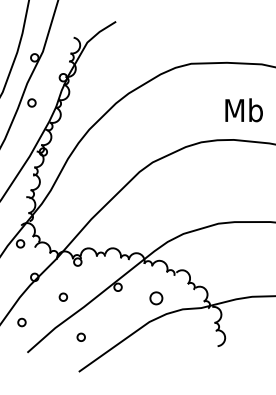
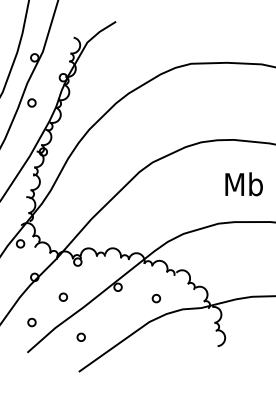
text at (243, 110) position: (243, 110) -> (243, 184)
part at (156, 298) size: 15x15 px -> 11x10 px
part at (21, 322) position: (21, 322) -> (31, 322)
